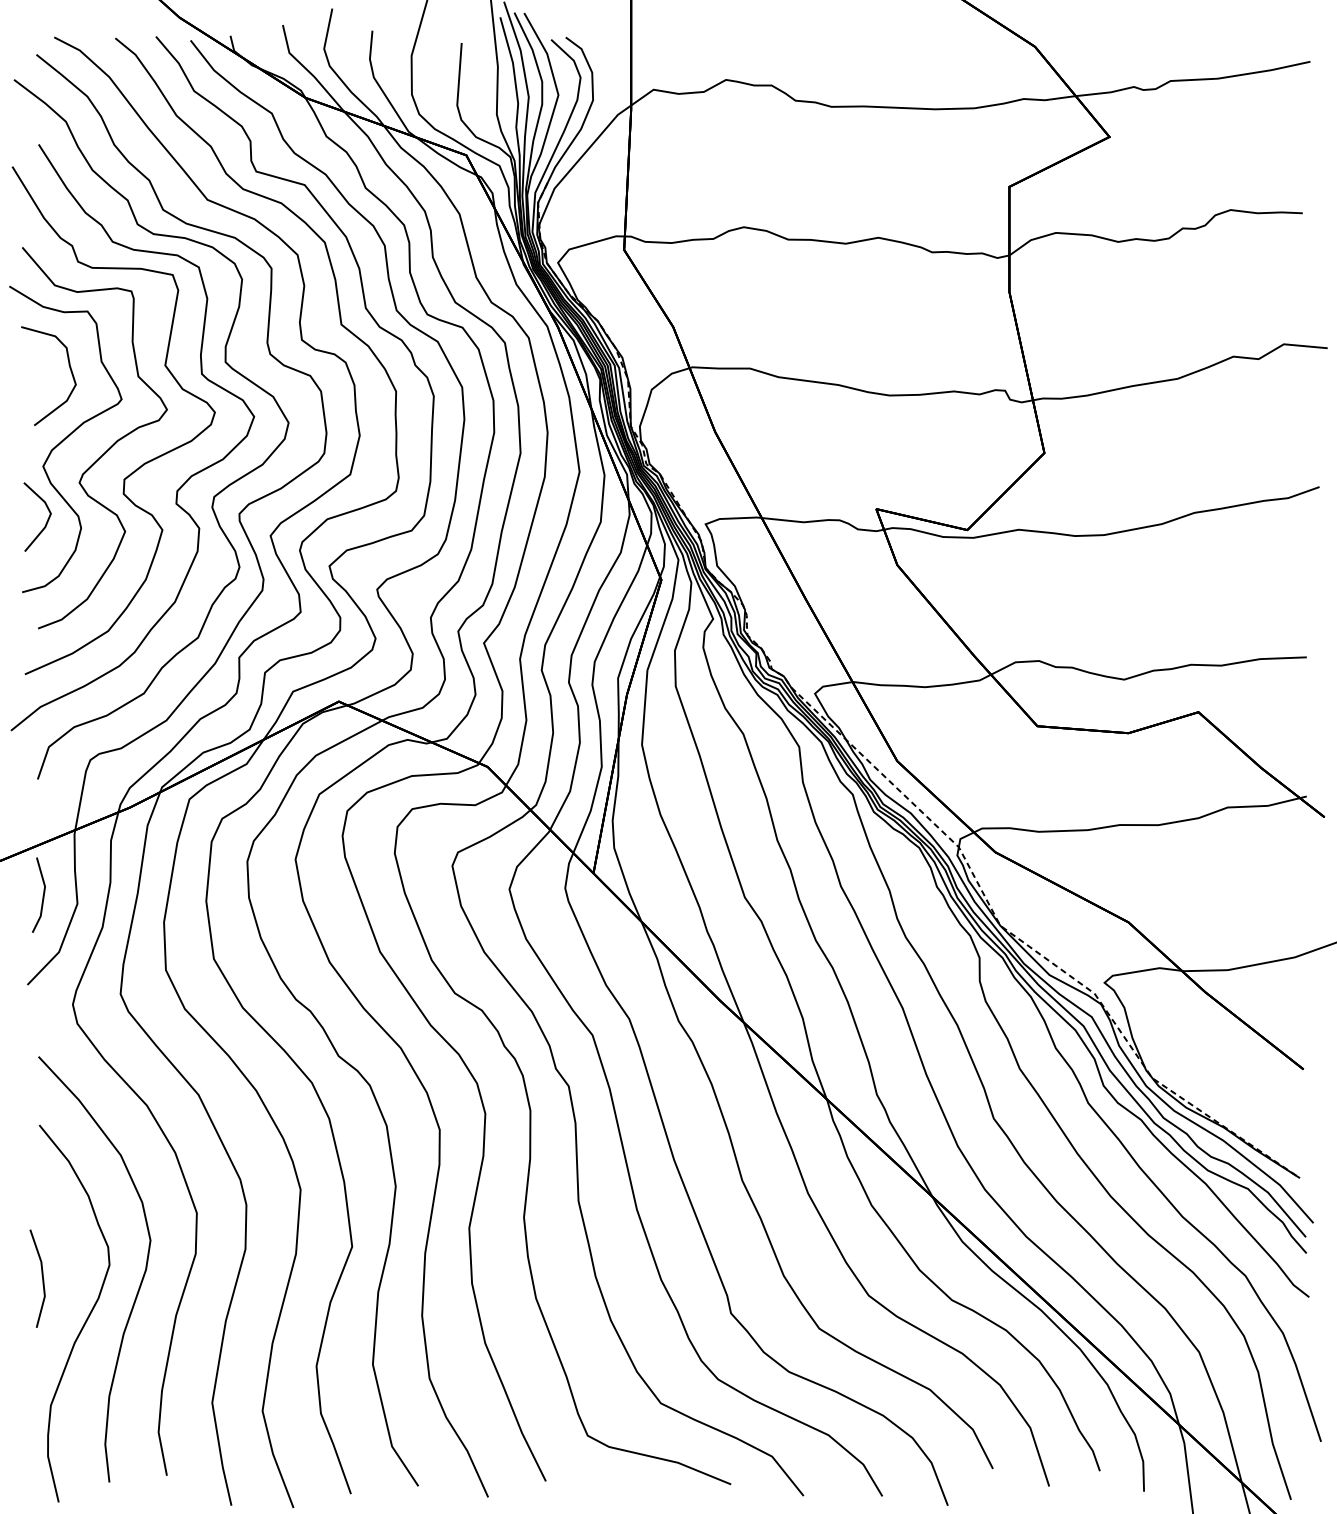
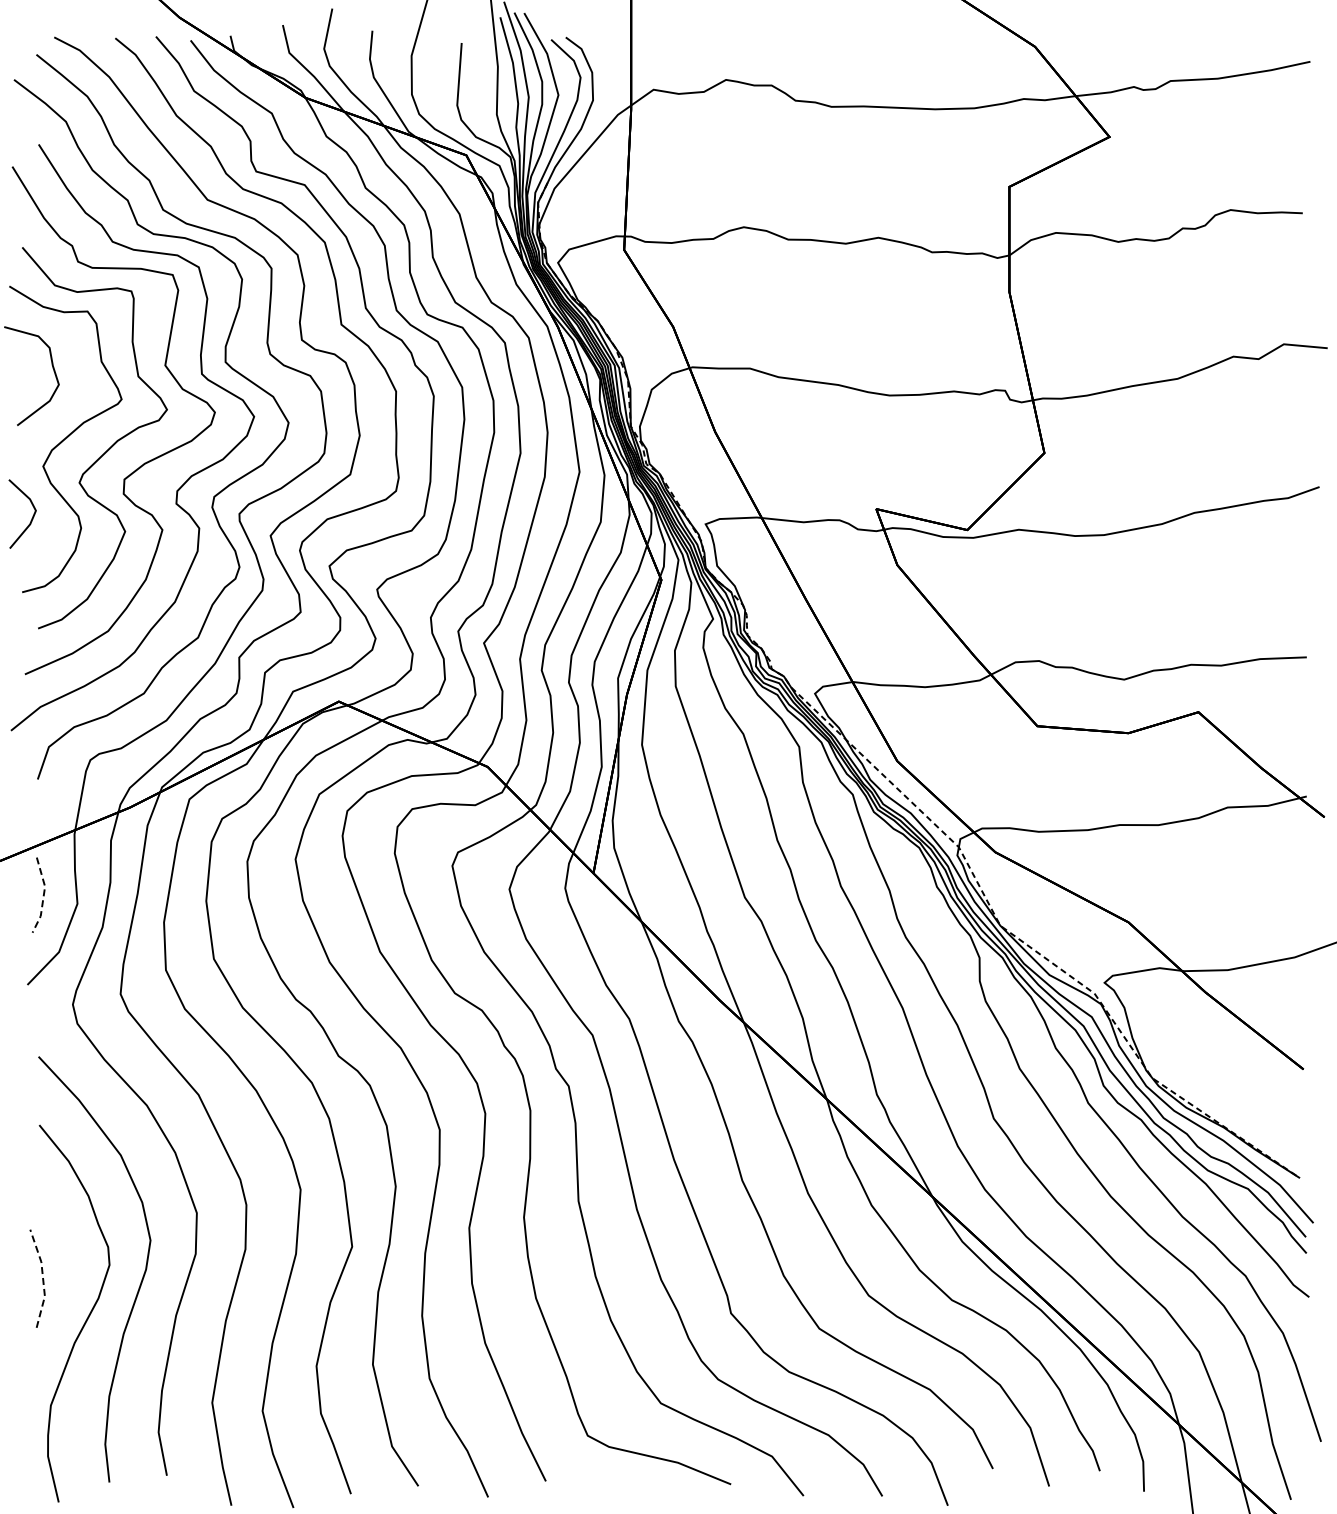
curve at (69, 368) position: (69, 368) -> (52, 368)
line at (46, 521) position: (46, 521) -> (31, 518)
line at (43, 895): solid -> dashed
line at (42, 1277): solid -> dashed
